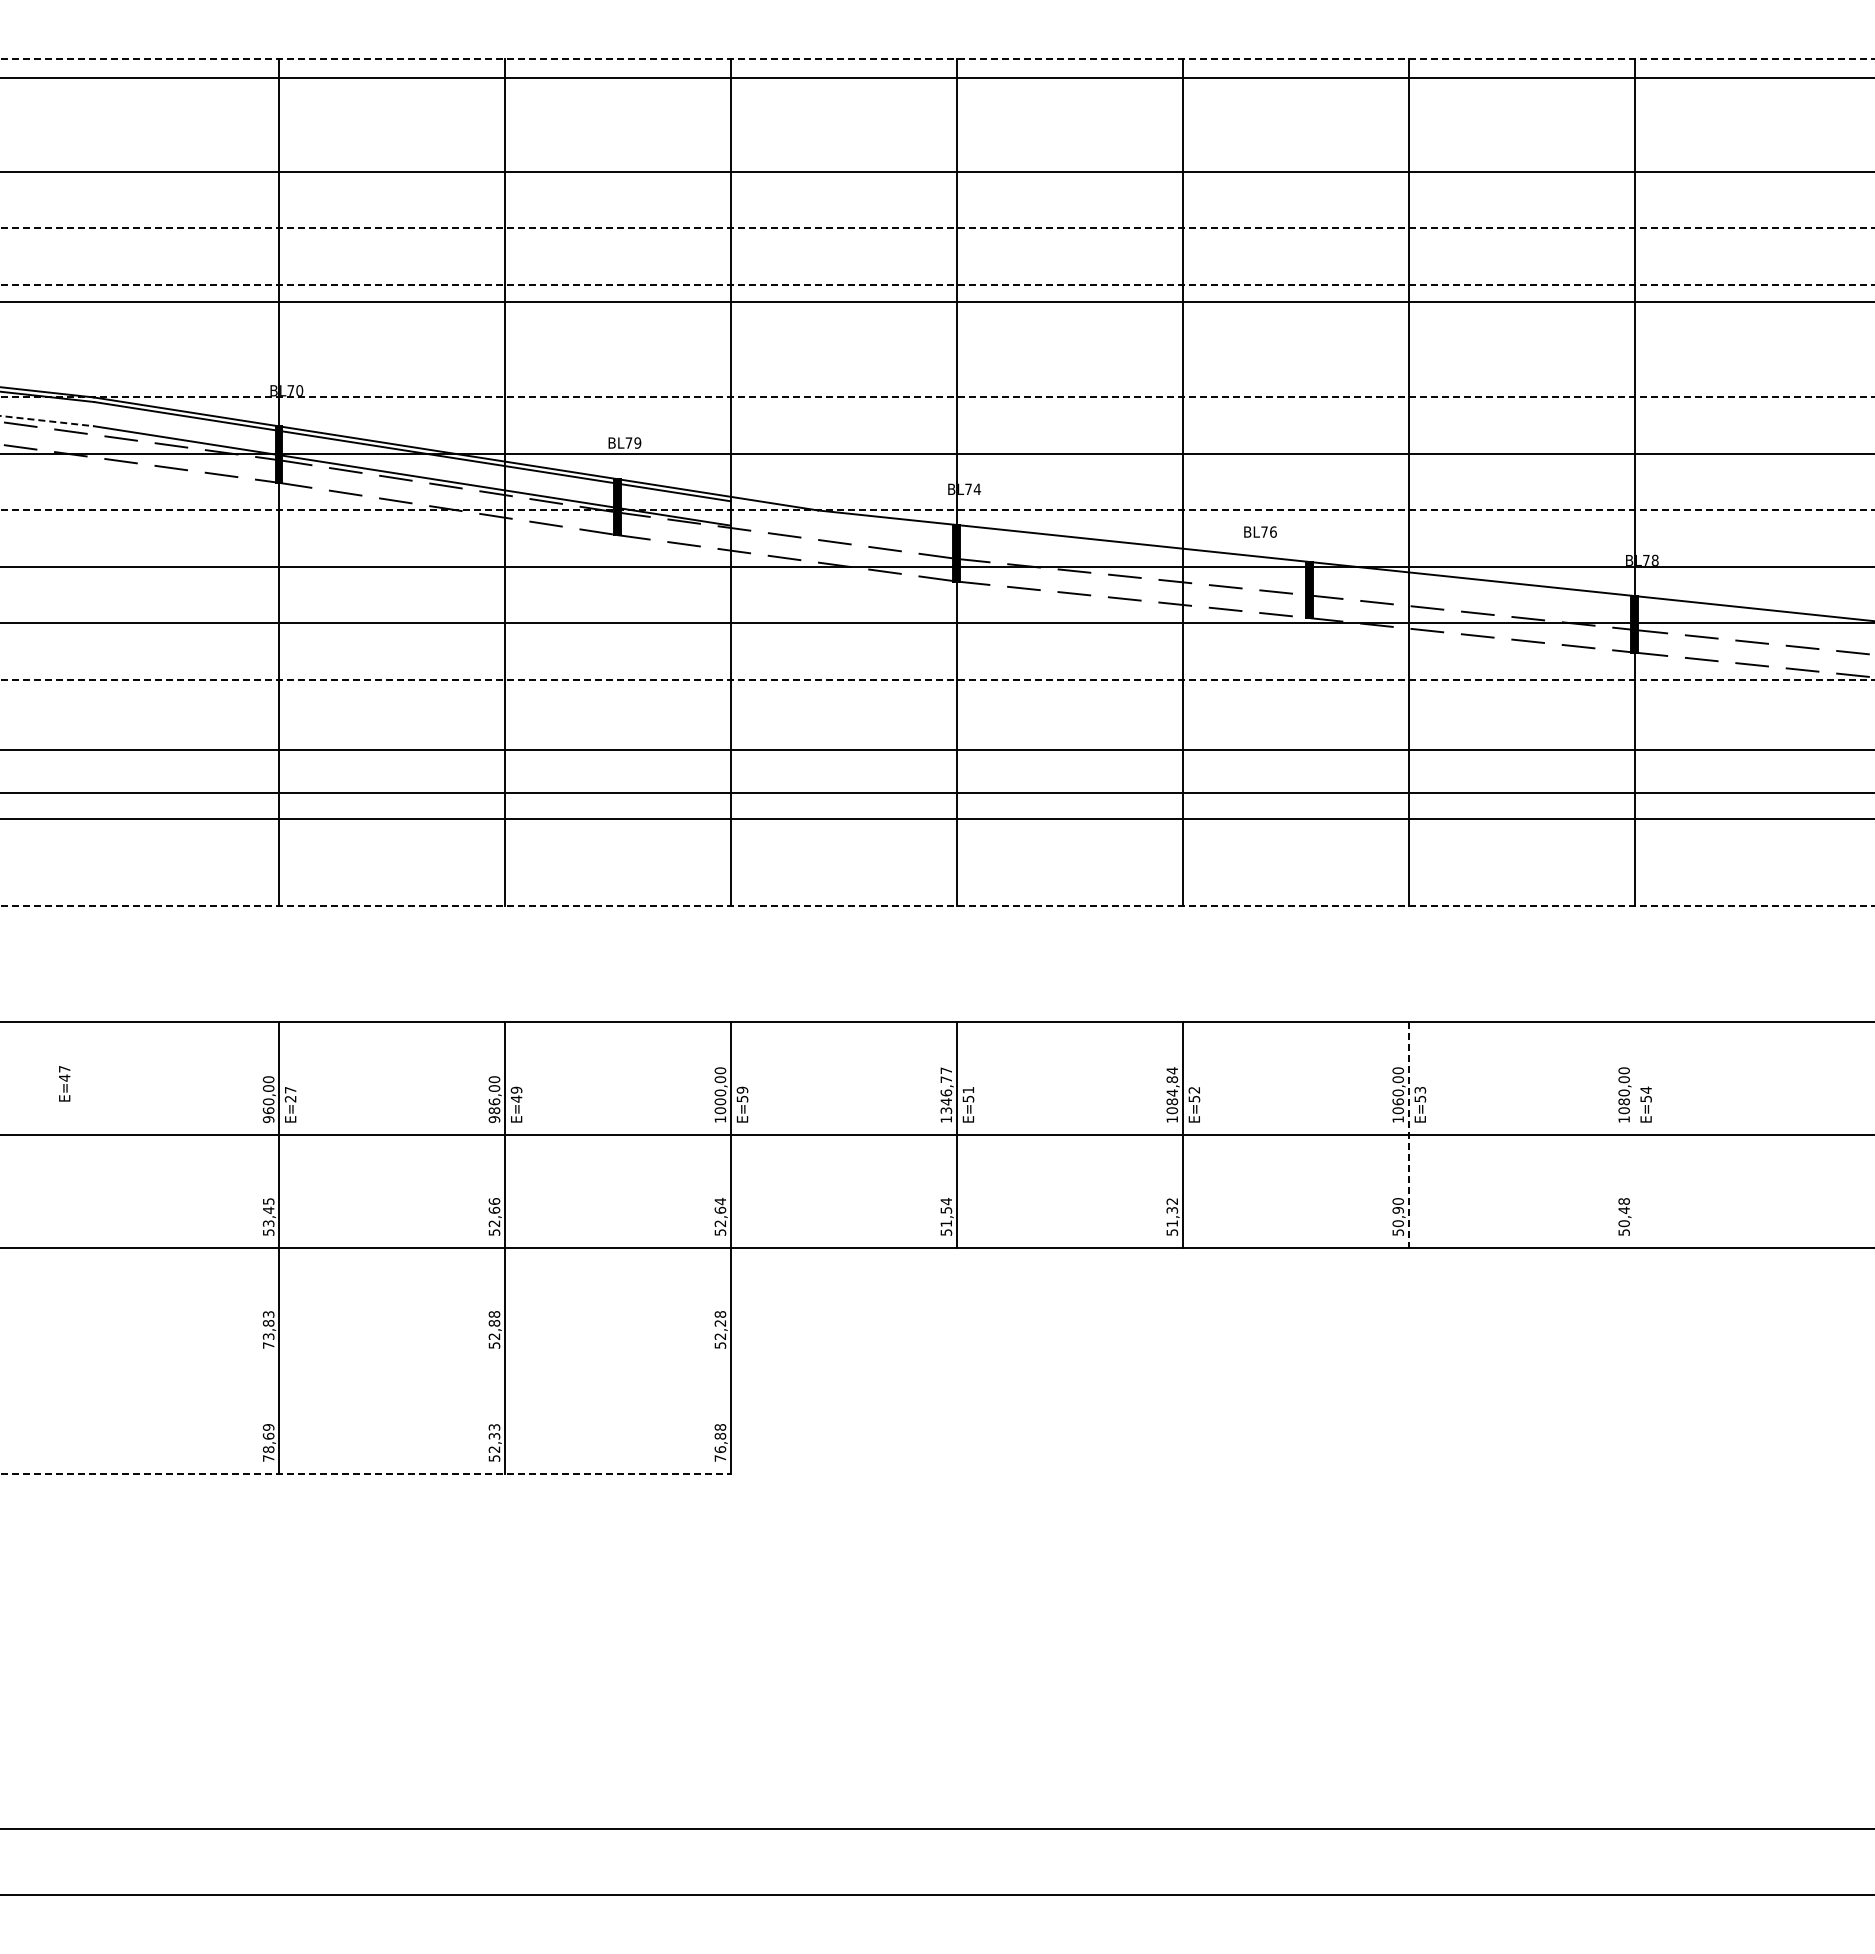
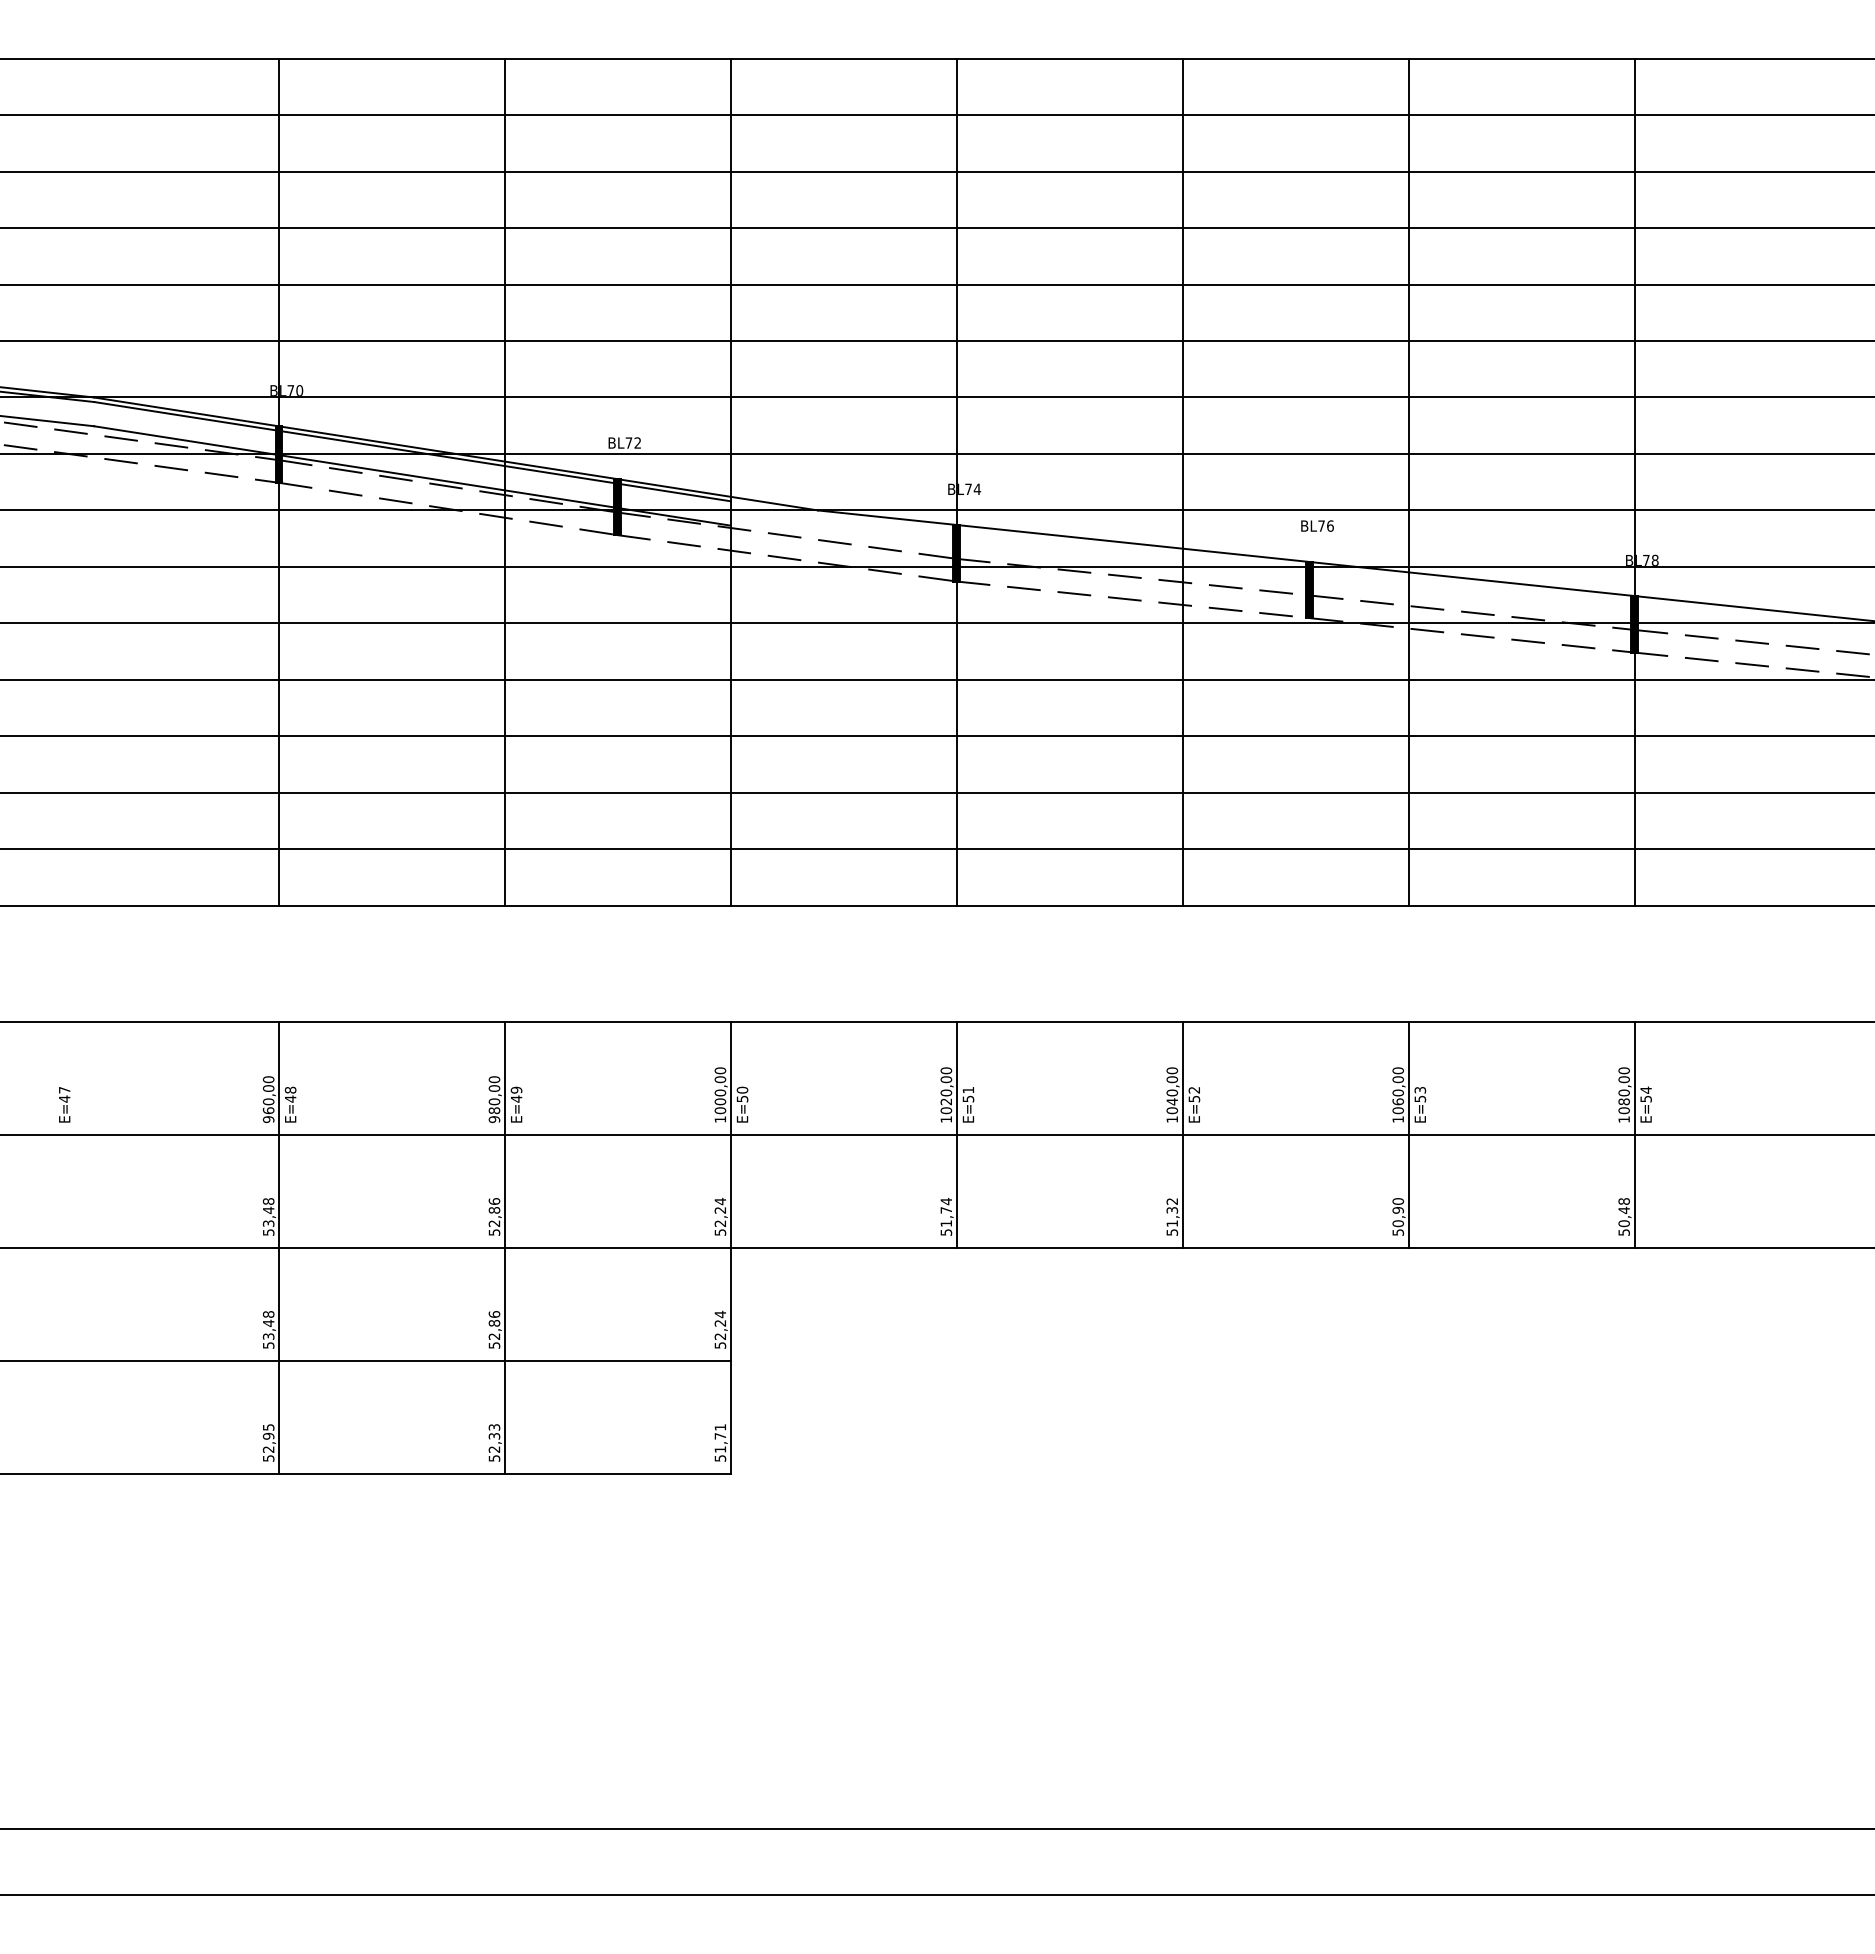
line at (938, 58): dashed -> solid
line at (936, 78) position: (936, 78) -> (936, 115)
line at (938, 228): dashed -> solid
line at (938, 284): dashed -> solid
line at (936, 302) position: (936, 302) -> (936, 341)
line at (938, 397): dashed -> solid
line at (47, 421): dashed -> solid
text at (637, 442): BL79 -> BL72
line at (938, 510): dashed -> solid
text at (1260, 531) position: (1260, 531) -> (1317, 525)
line at (938, 679): dashed -> solid
line at (936, 750) position: (936, 750) -> (936, 736)
line at (936, 819) position: (936, 819) -> (936, 849)
line at (938, 905): dashed -> solid
text at (64, 1083) position: (64, 1083) -> (64, 1104)
text at (1172, 1086): 1084,84 -> 1040,00
text at (742, 1090): E=59 -> E=50
text at (946, 1090): 1346,77 -> 1020,00
text at (290, 1094): E=27 -> E=48
text at (493, 1101): 986,00 -> 980,00
line at (1408, 1134): dashed -> solid
line at (1634, 1134): none -> present
text at (268, 1201): 53,45 -> 53,48
text at (494, 1209): 52,66 -> 52,86
text at (720, 1209): 52,64 -> 52,24
text at (946, 1210): 51,54 -> 51,74
text at (494, 1314): 52,88 -> 52,86
text at (720, 1314): 52,28 -> 52,24
text at (268, 1329): 73,83 -> 53,48
line at (366, 1360): none -> present
text at (268, 1442): 78,69 -> 52,95
text at (720, 1442): 76,88 -> 51,71
line at (365, 1473): dashed -> solid
